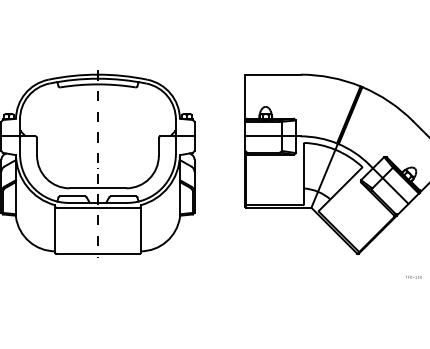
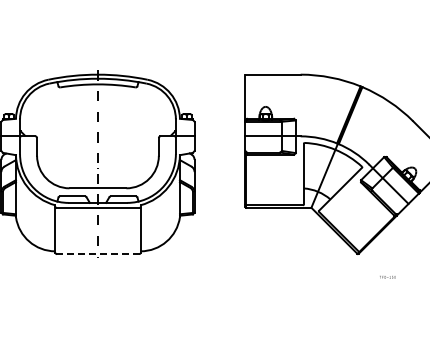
line at (97, 253): solid -> dashed
text at (413, 277) position: (413, 277) -> (387, 277)
